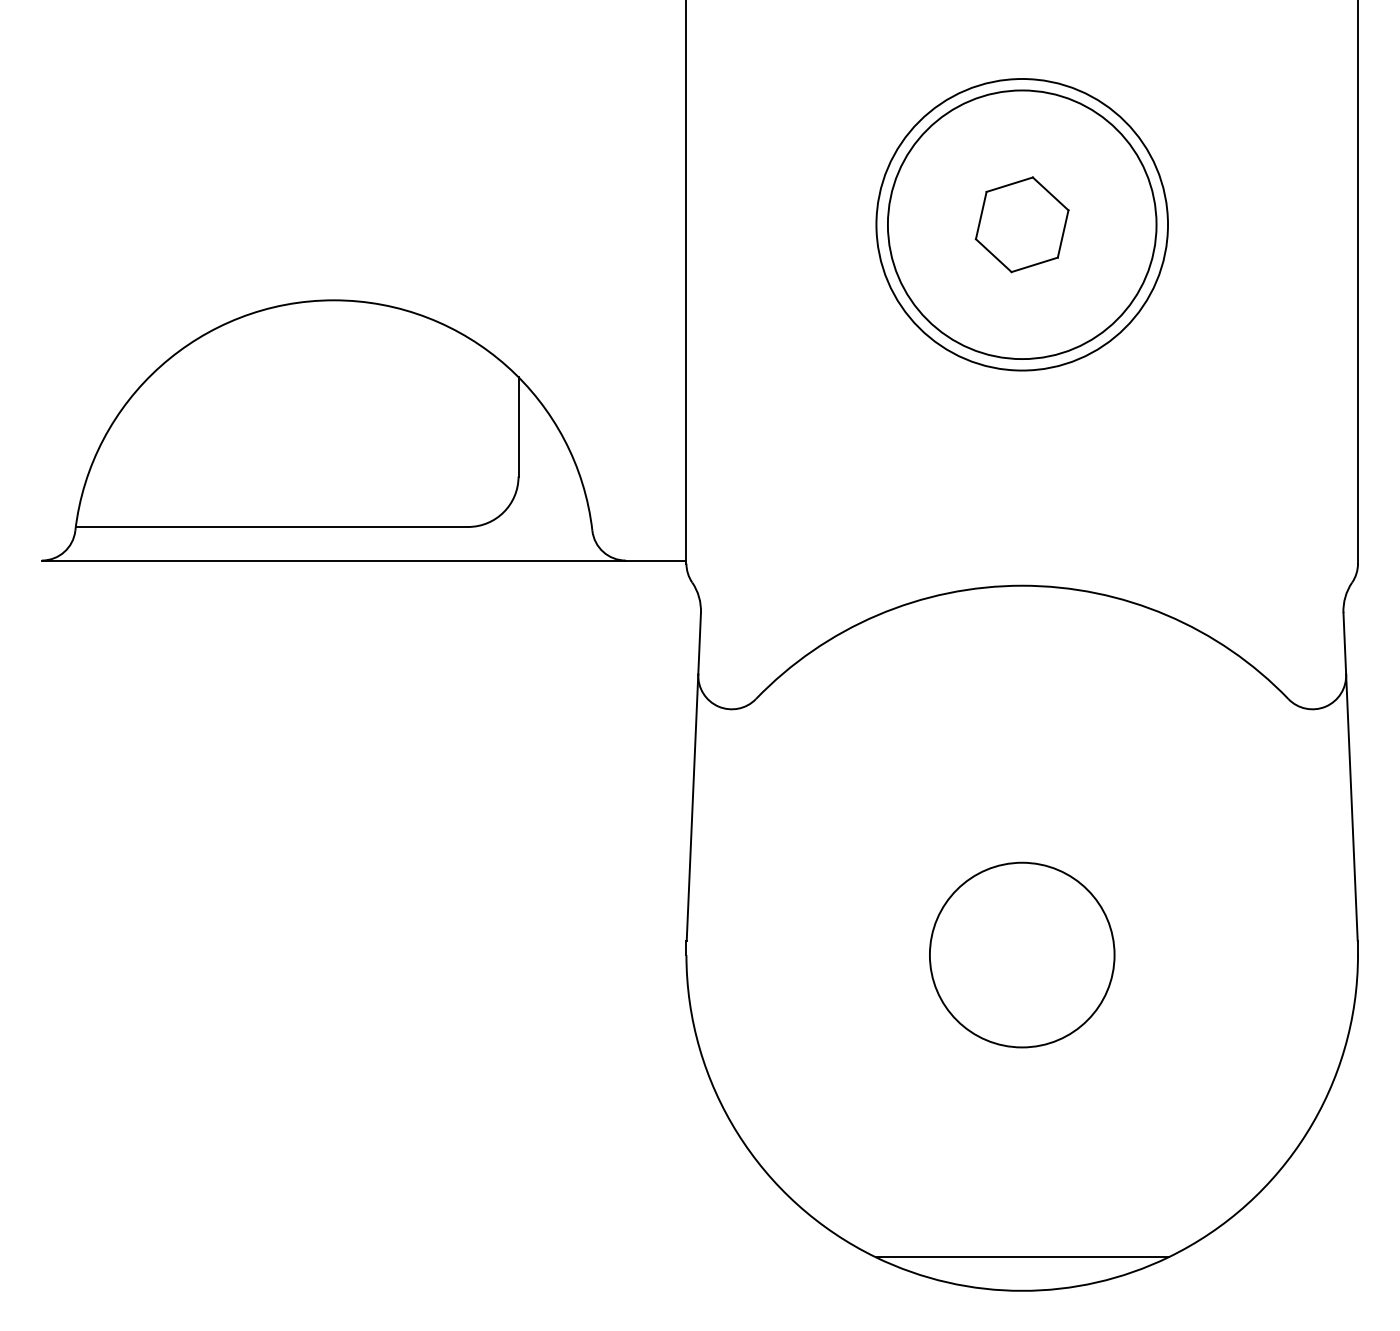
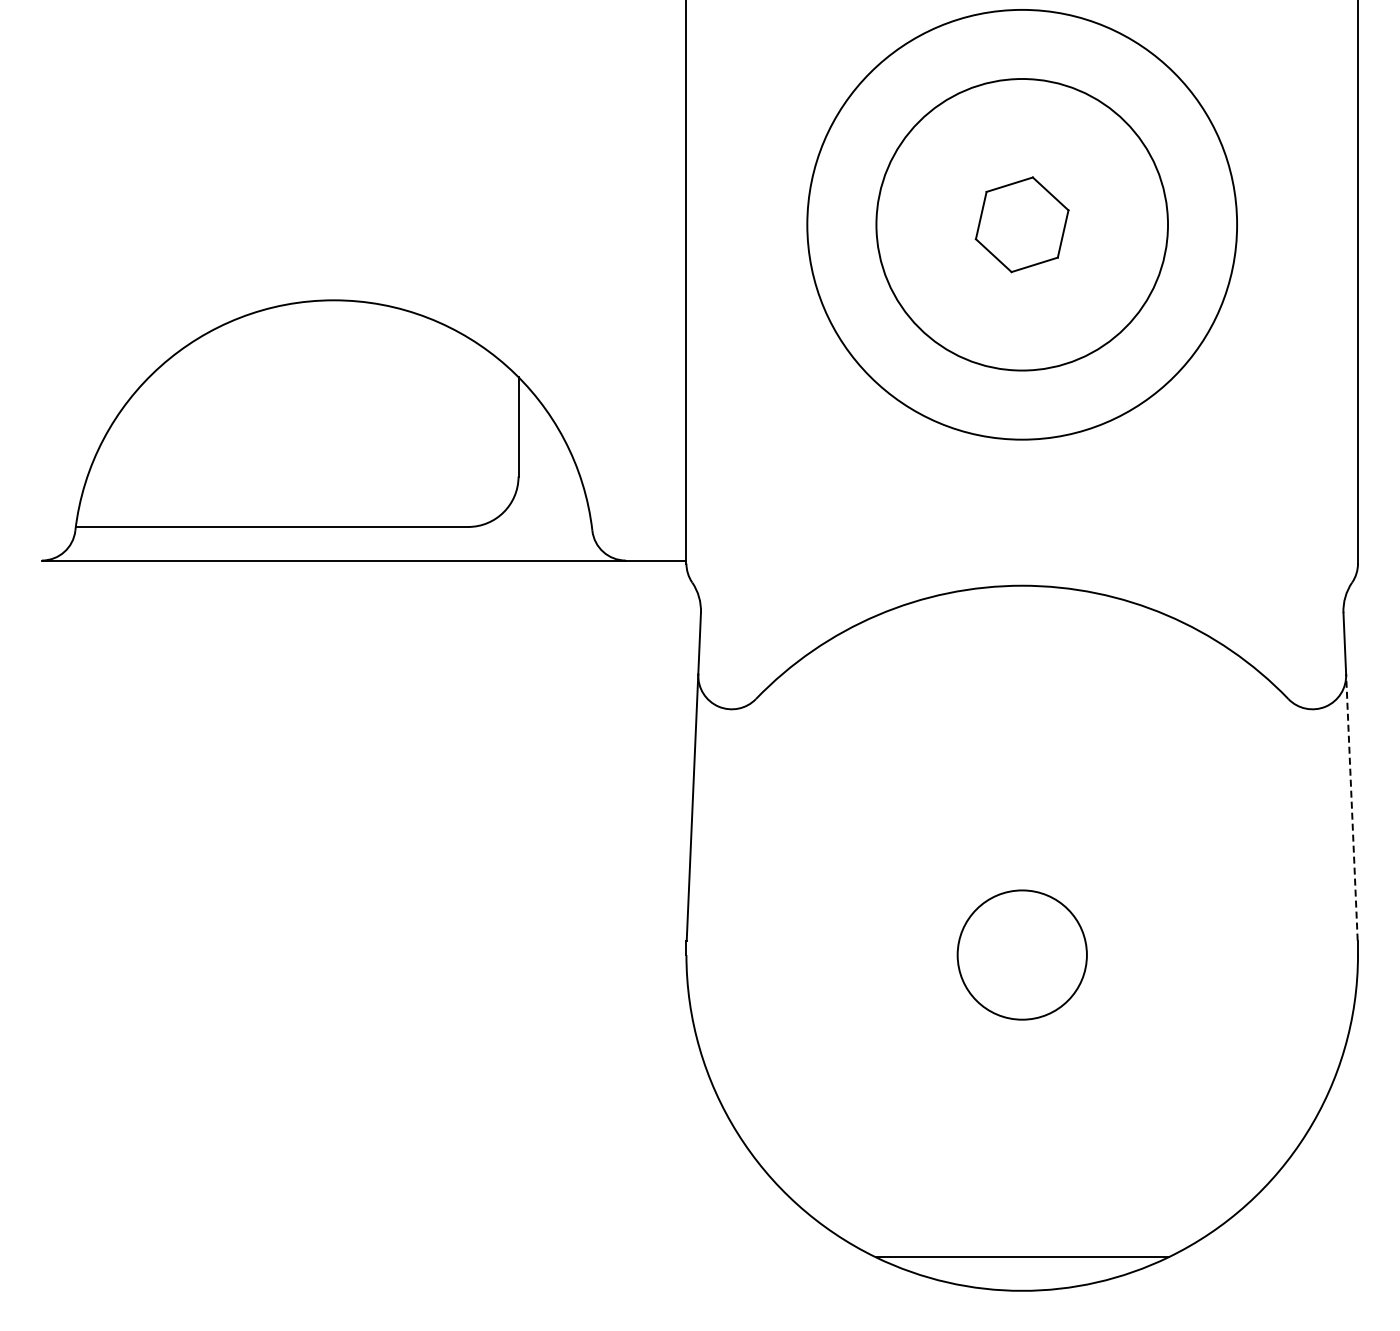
circle at (1021, 224) diameter: 269 px -> 430 px
line at (1351, 806): solid -> dashed
circle at (1022, 954) size: 187x188 px -> 132x132 px
